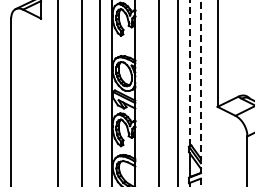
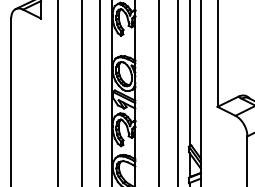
line at (189, 73): dashed -> solid
line at (200, 93): dashed -> solid
